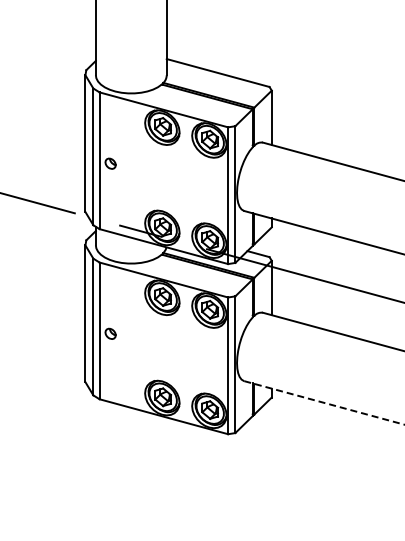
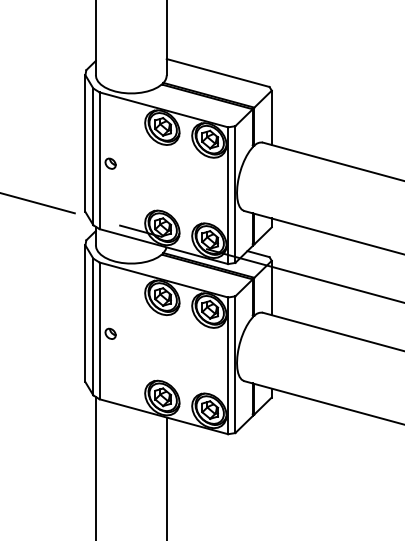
line at (324, 402): dashed -> solid
line at (95, 466): none -> present
line at (166, 477): none -> present
